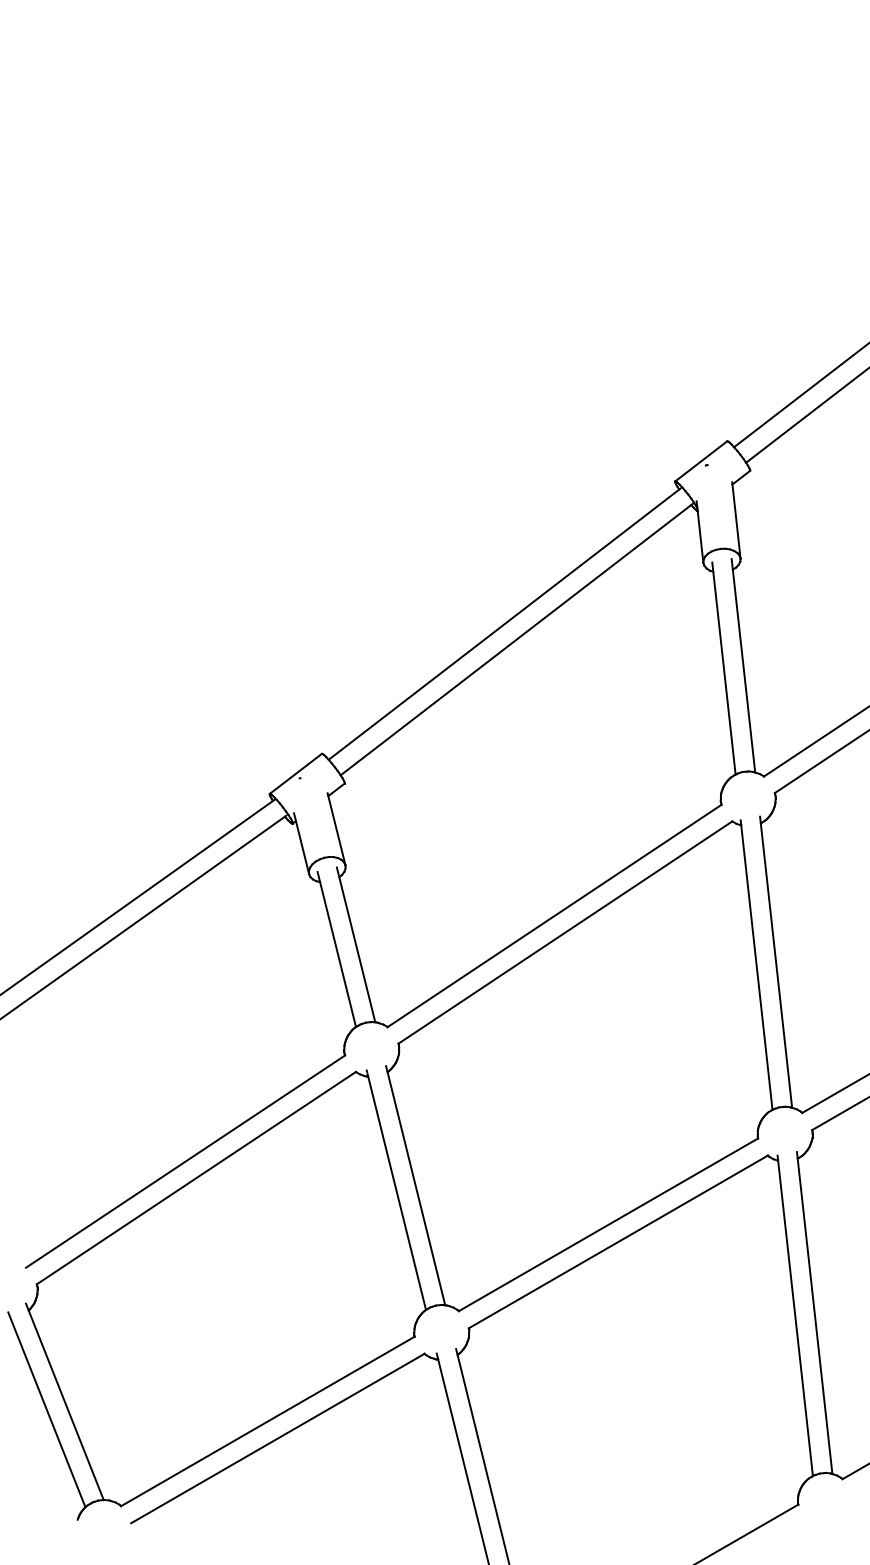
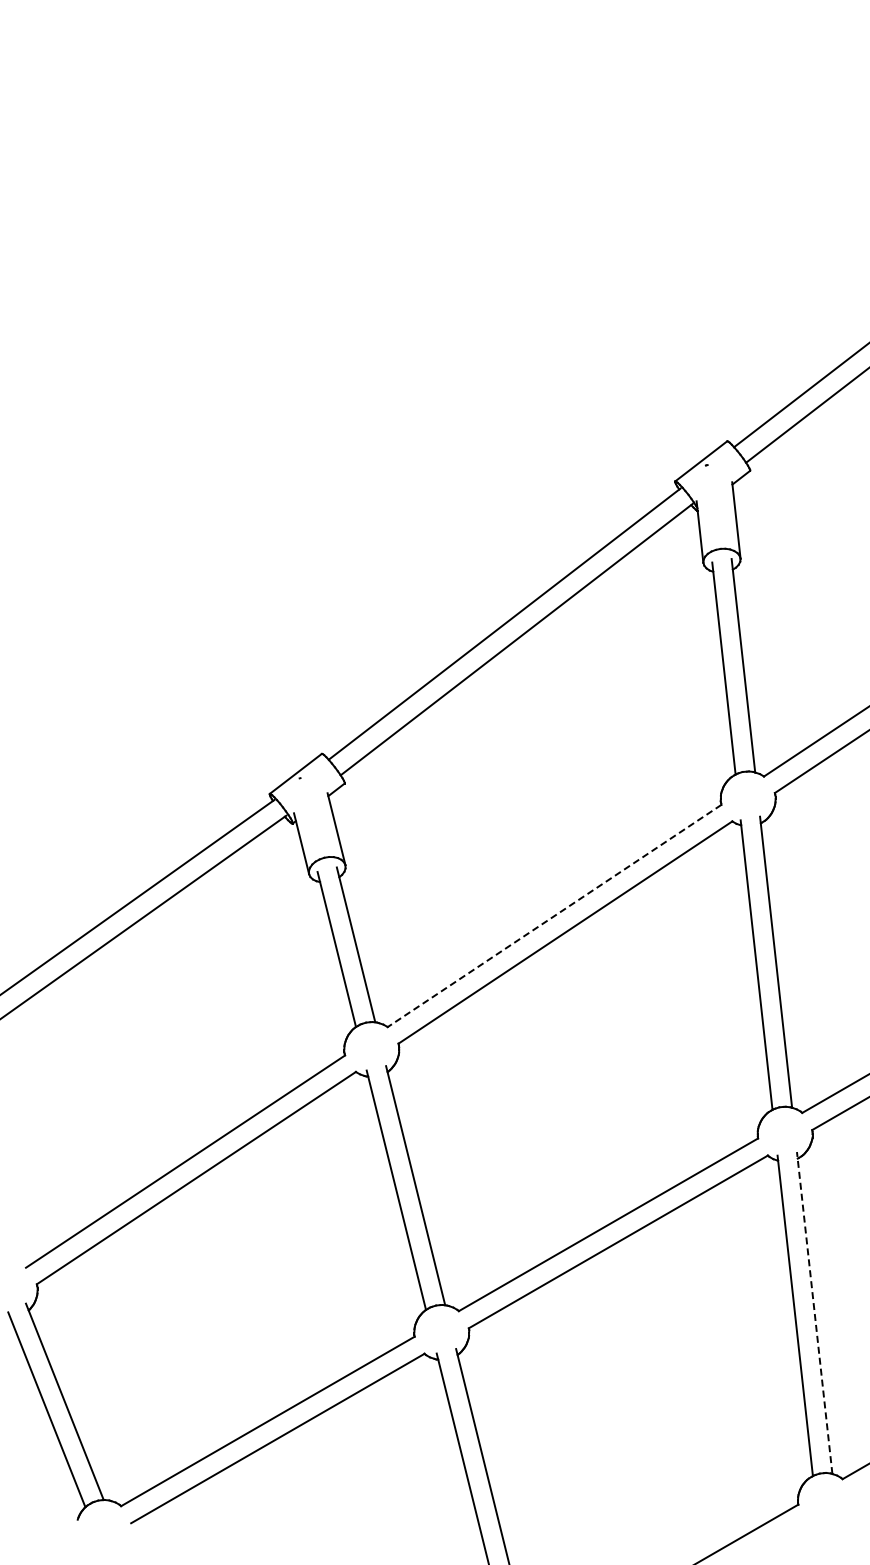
line at (554, 915): solid -> dashed
line at (814, 1313): solid -> dashed
